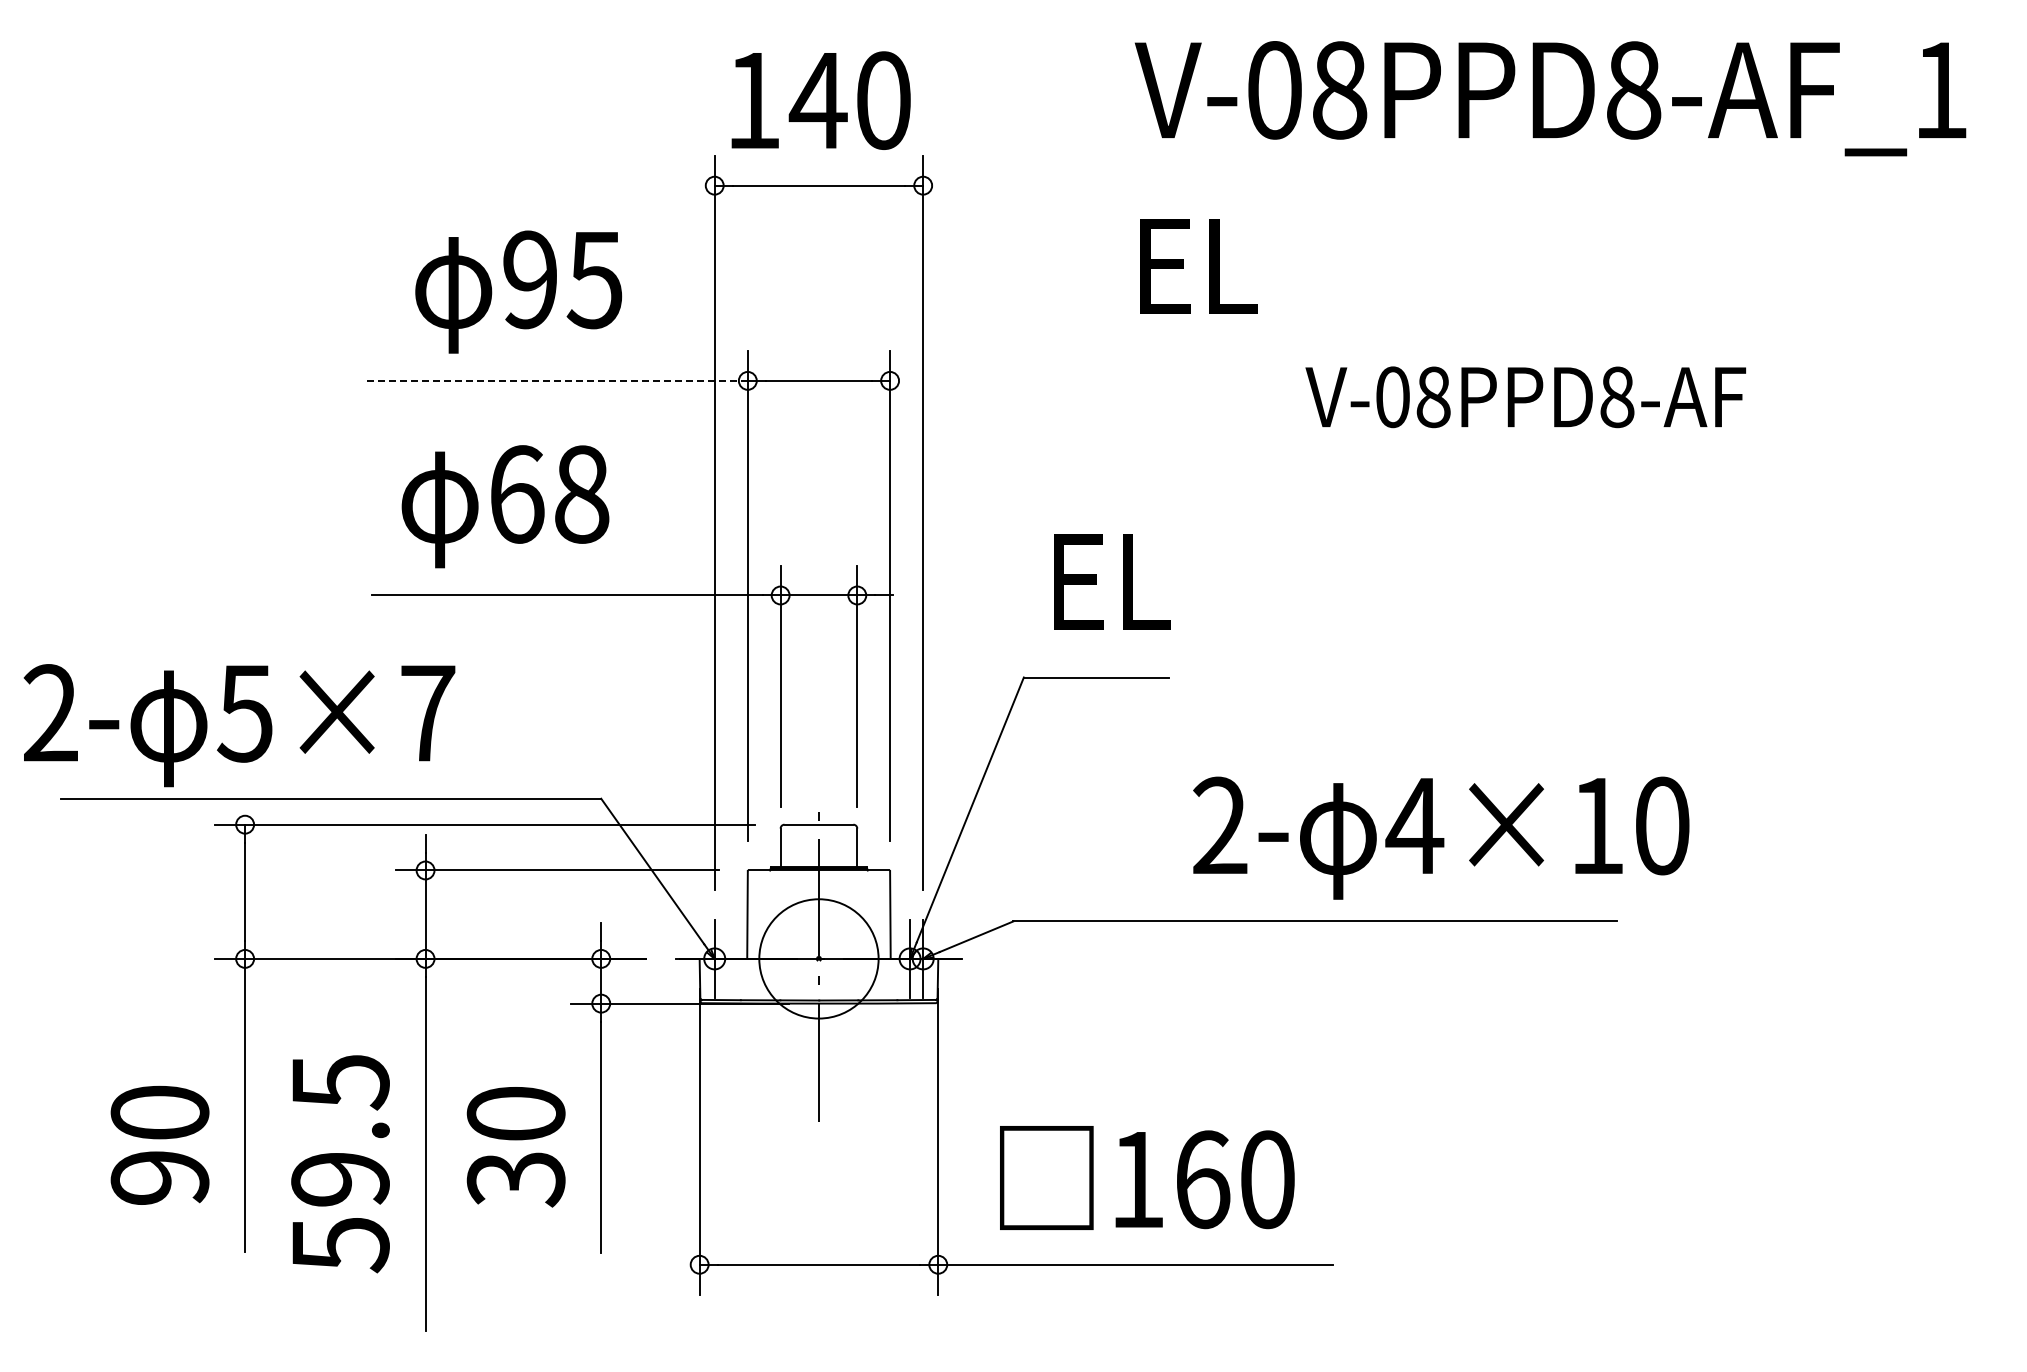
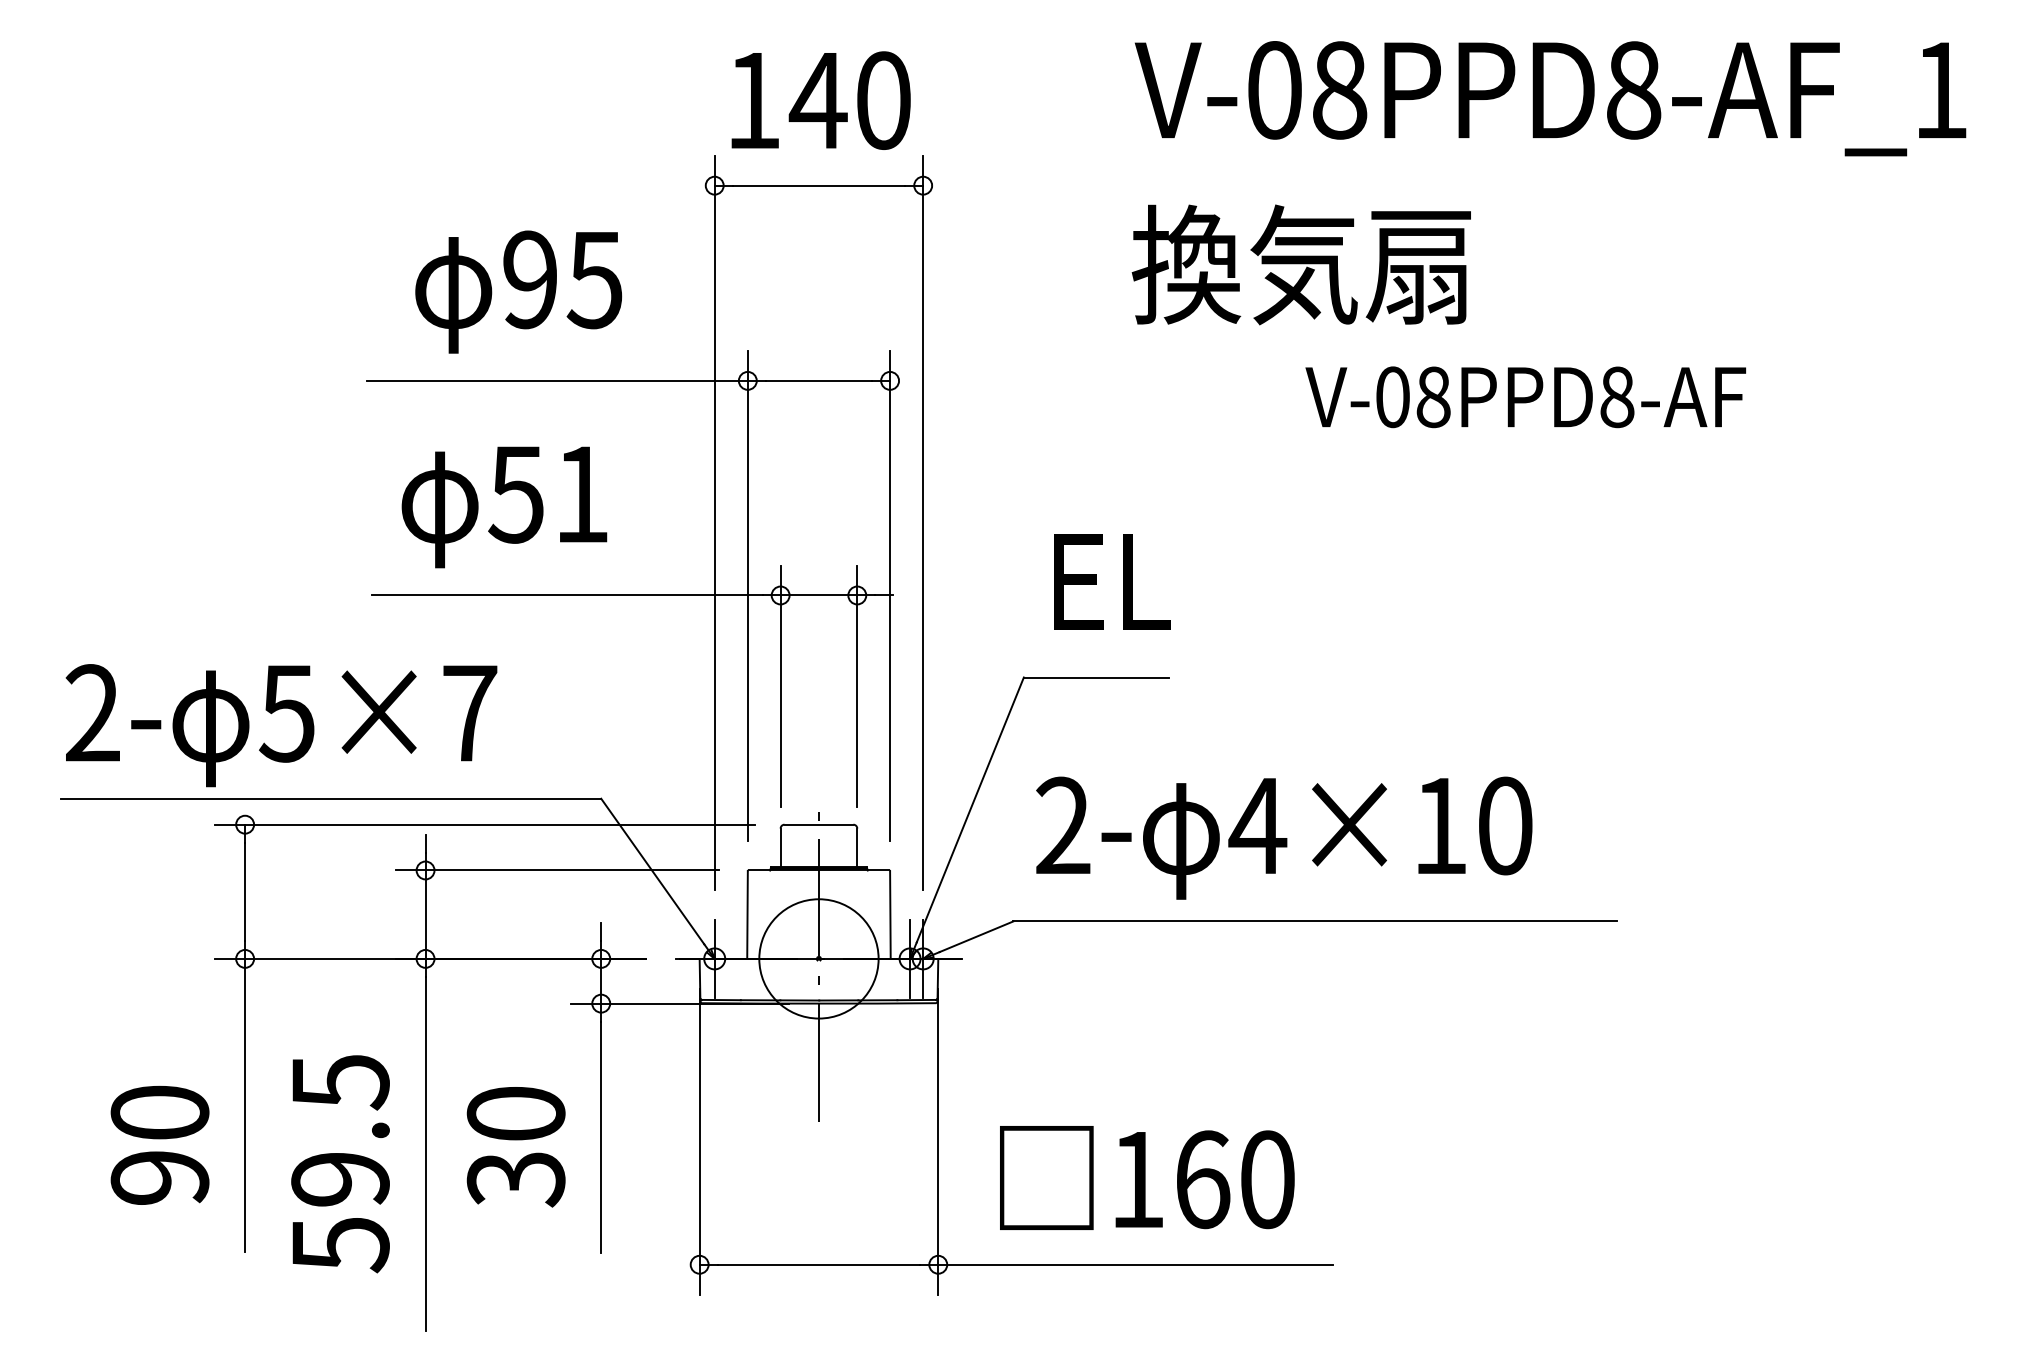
text at (1300, 264): EL -> 換気扇
line at (556, 380): dashed -> solid
text at (548, 494): 68 -> 51
text at (239, 725) position: (239, 725) -> (281, 725)
text at (1441, 837) position: (1441, 837) -> (1284, 837)
